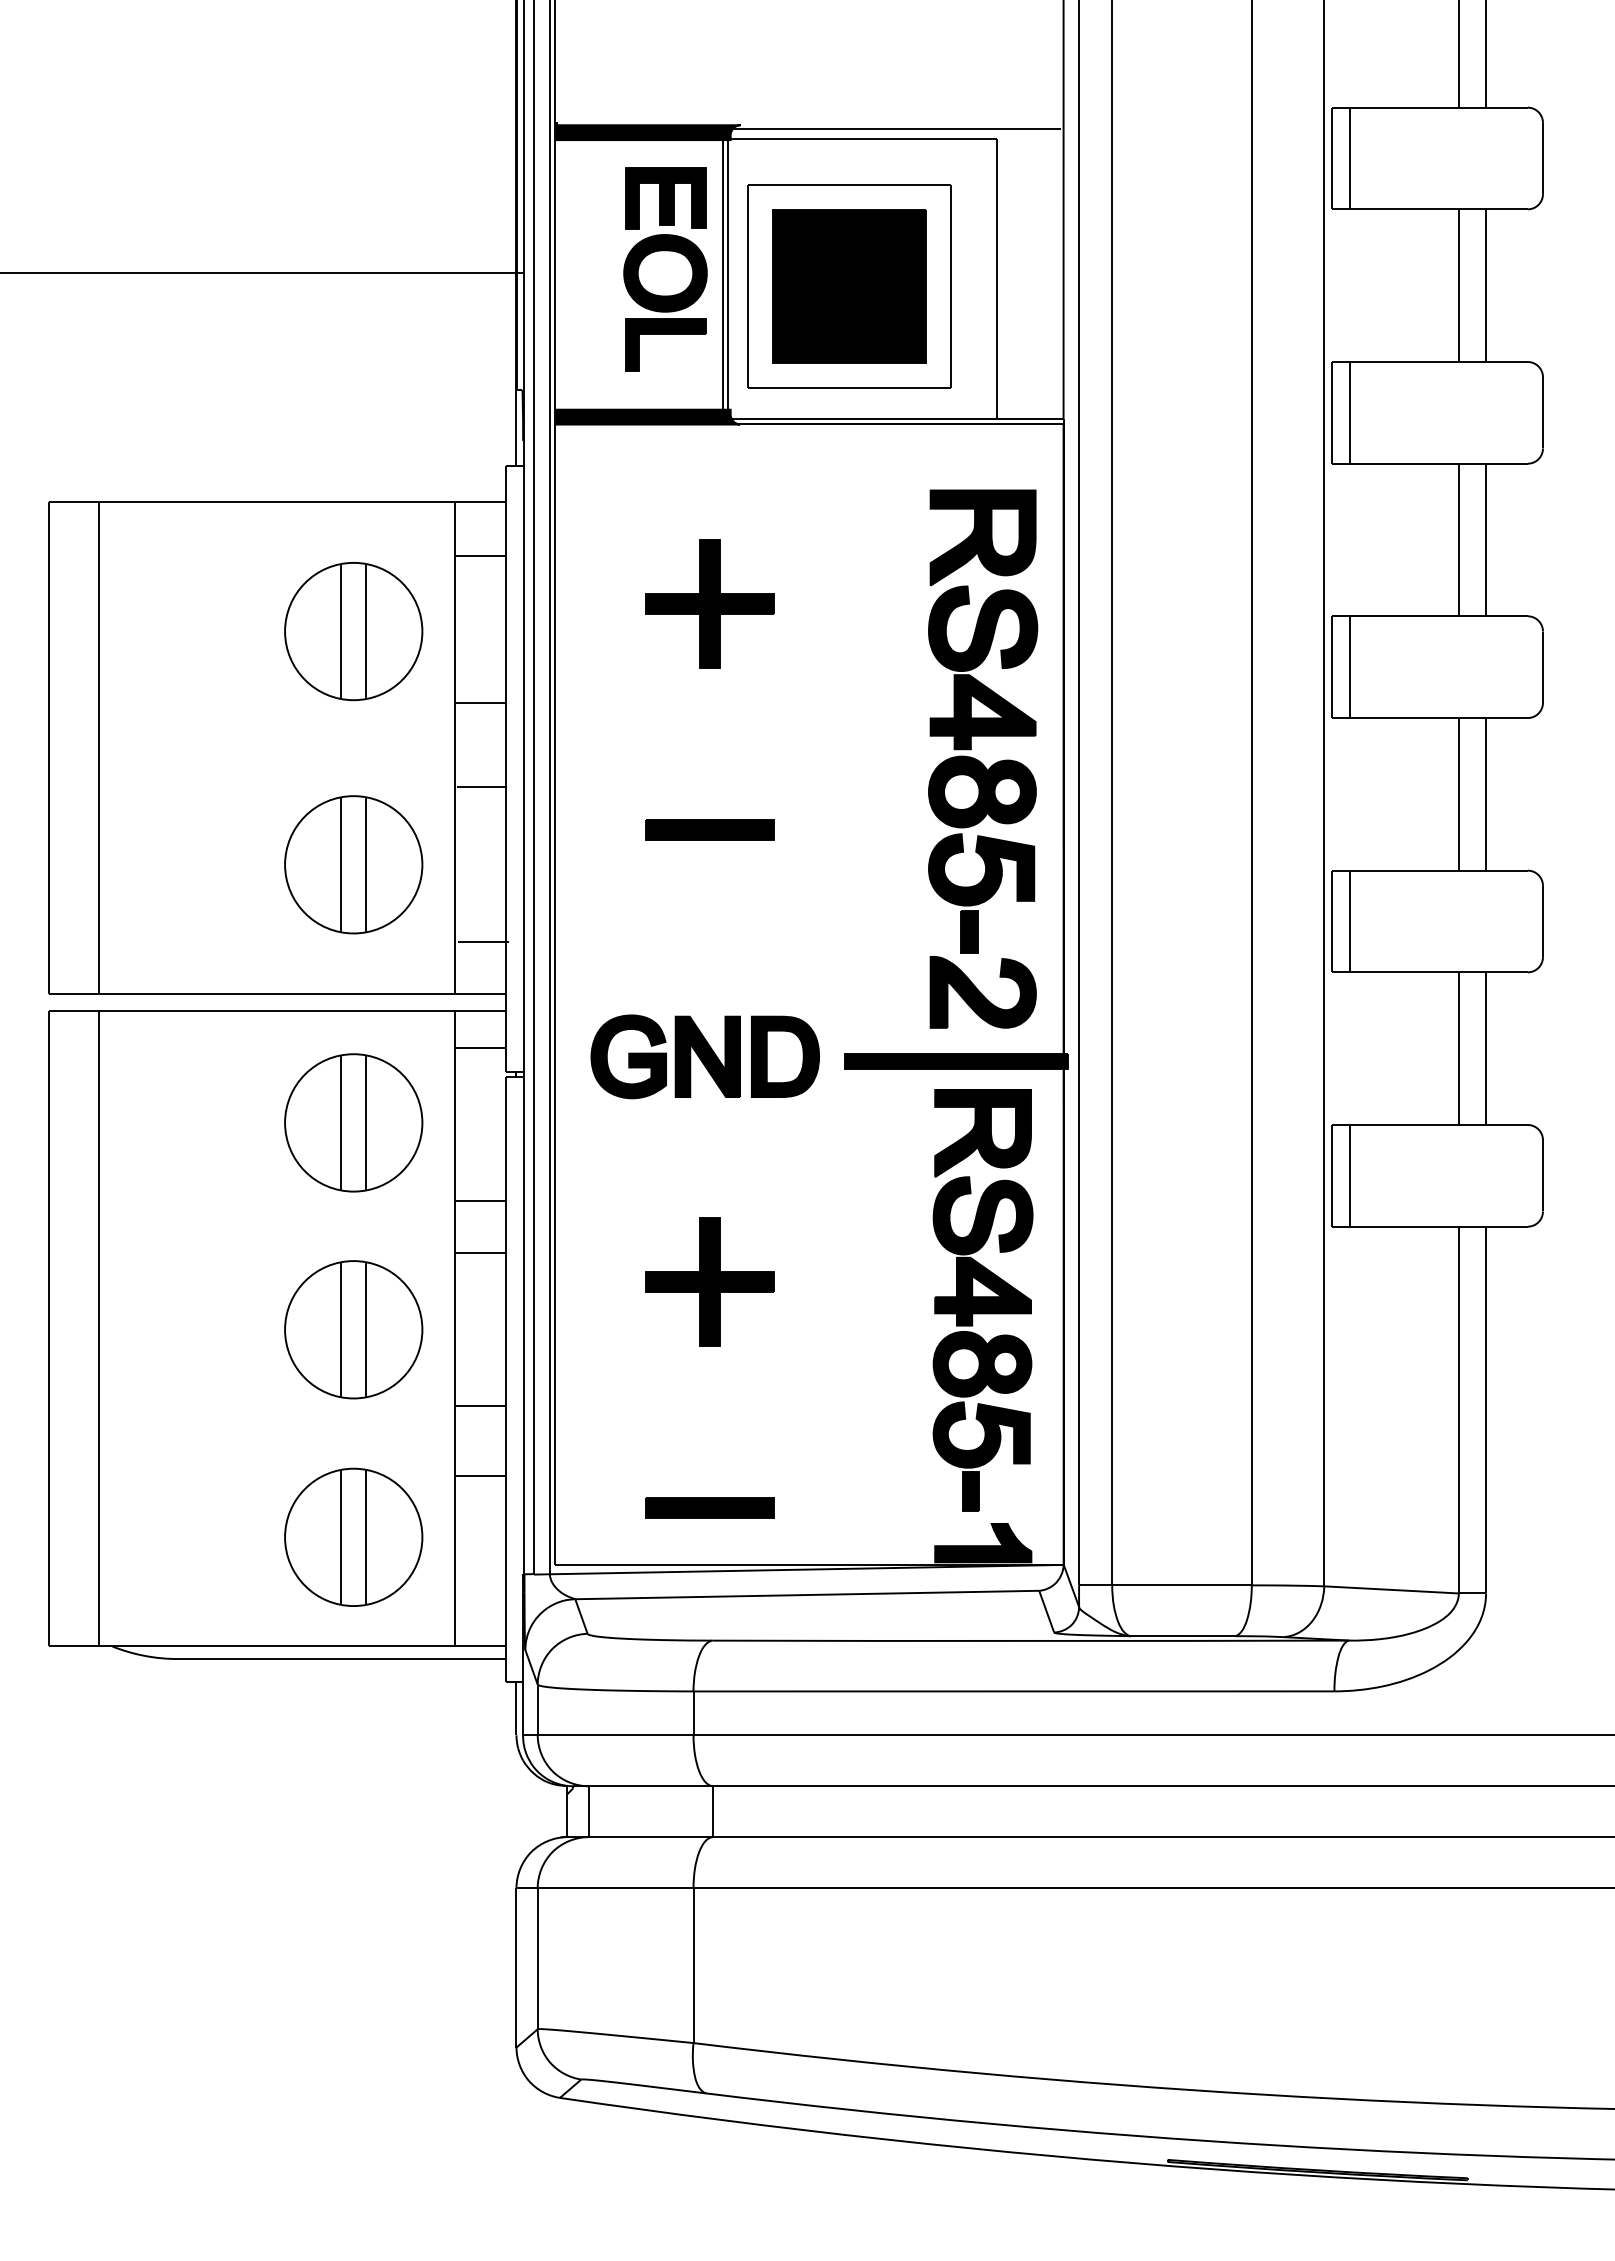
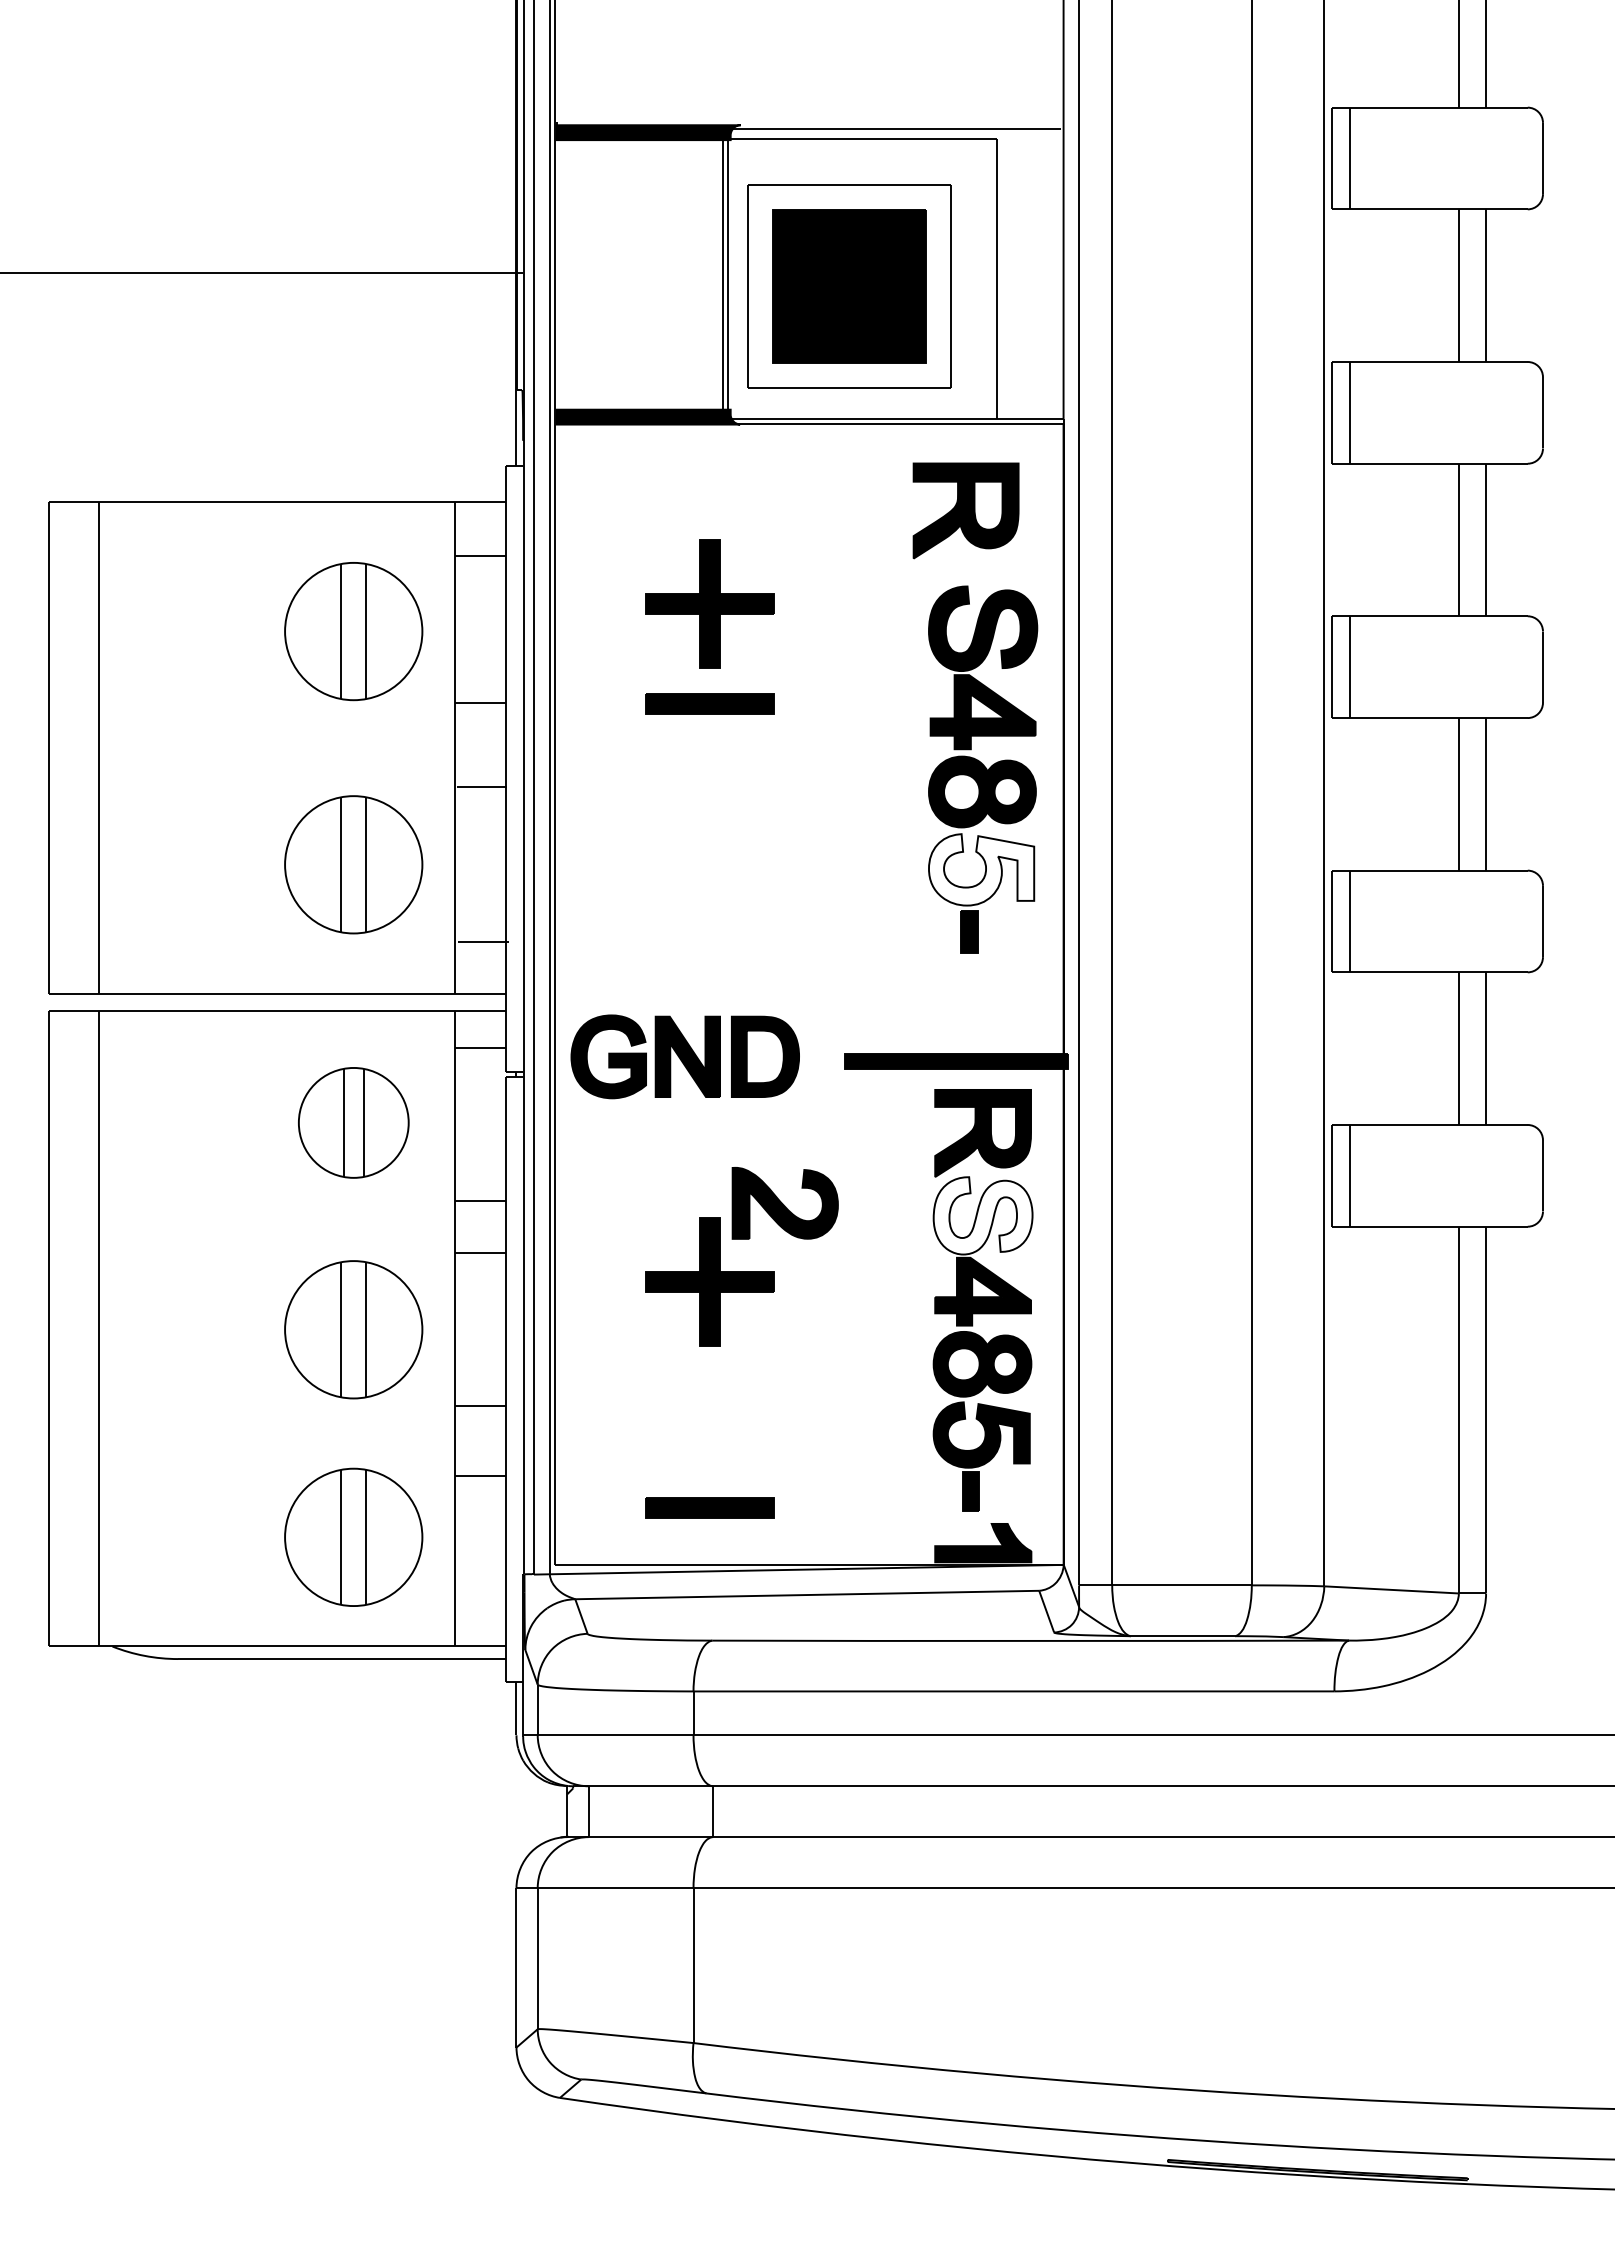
part at (665, 269): present -> none
part at (982, 537) position: (982, 537) -> (965, 510)
part at (709, 829) position: (709, 829) -> (709, 703)
fill at (981, 869): present -> none
part at (982, 992) position: (982, 992) -> (784, 1203)
part at (704, 1056) position: (704, 1056) -> (684, 1056)
part at (353, 1122) size: 140x140 px -> 112x112 px
fill at (982, 1215): present -> none
